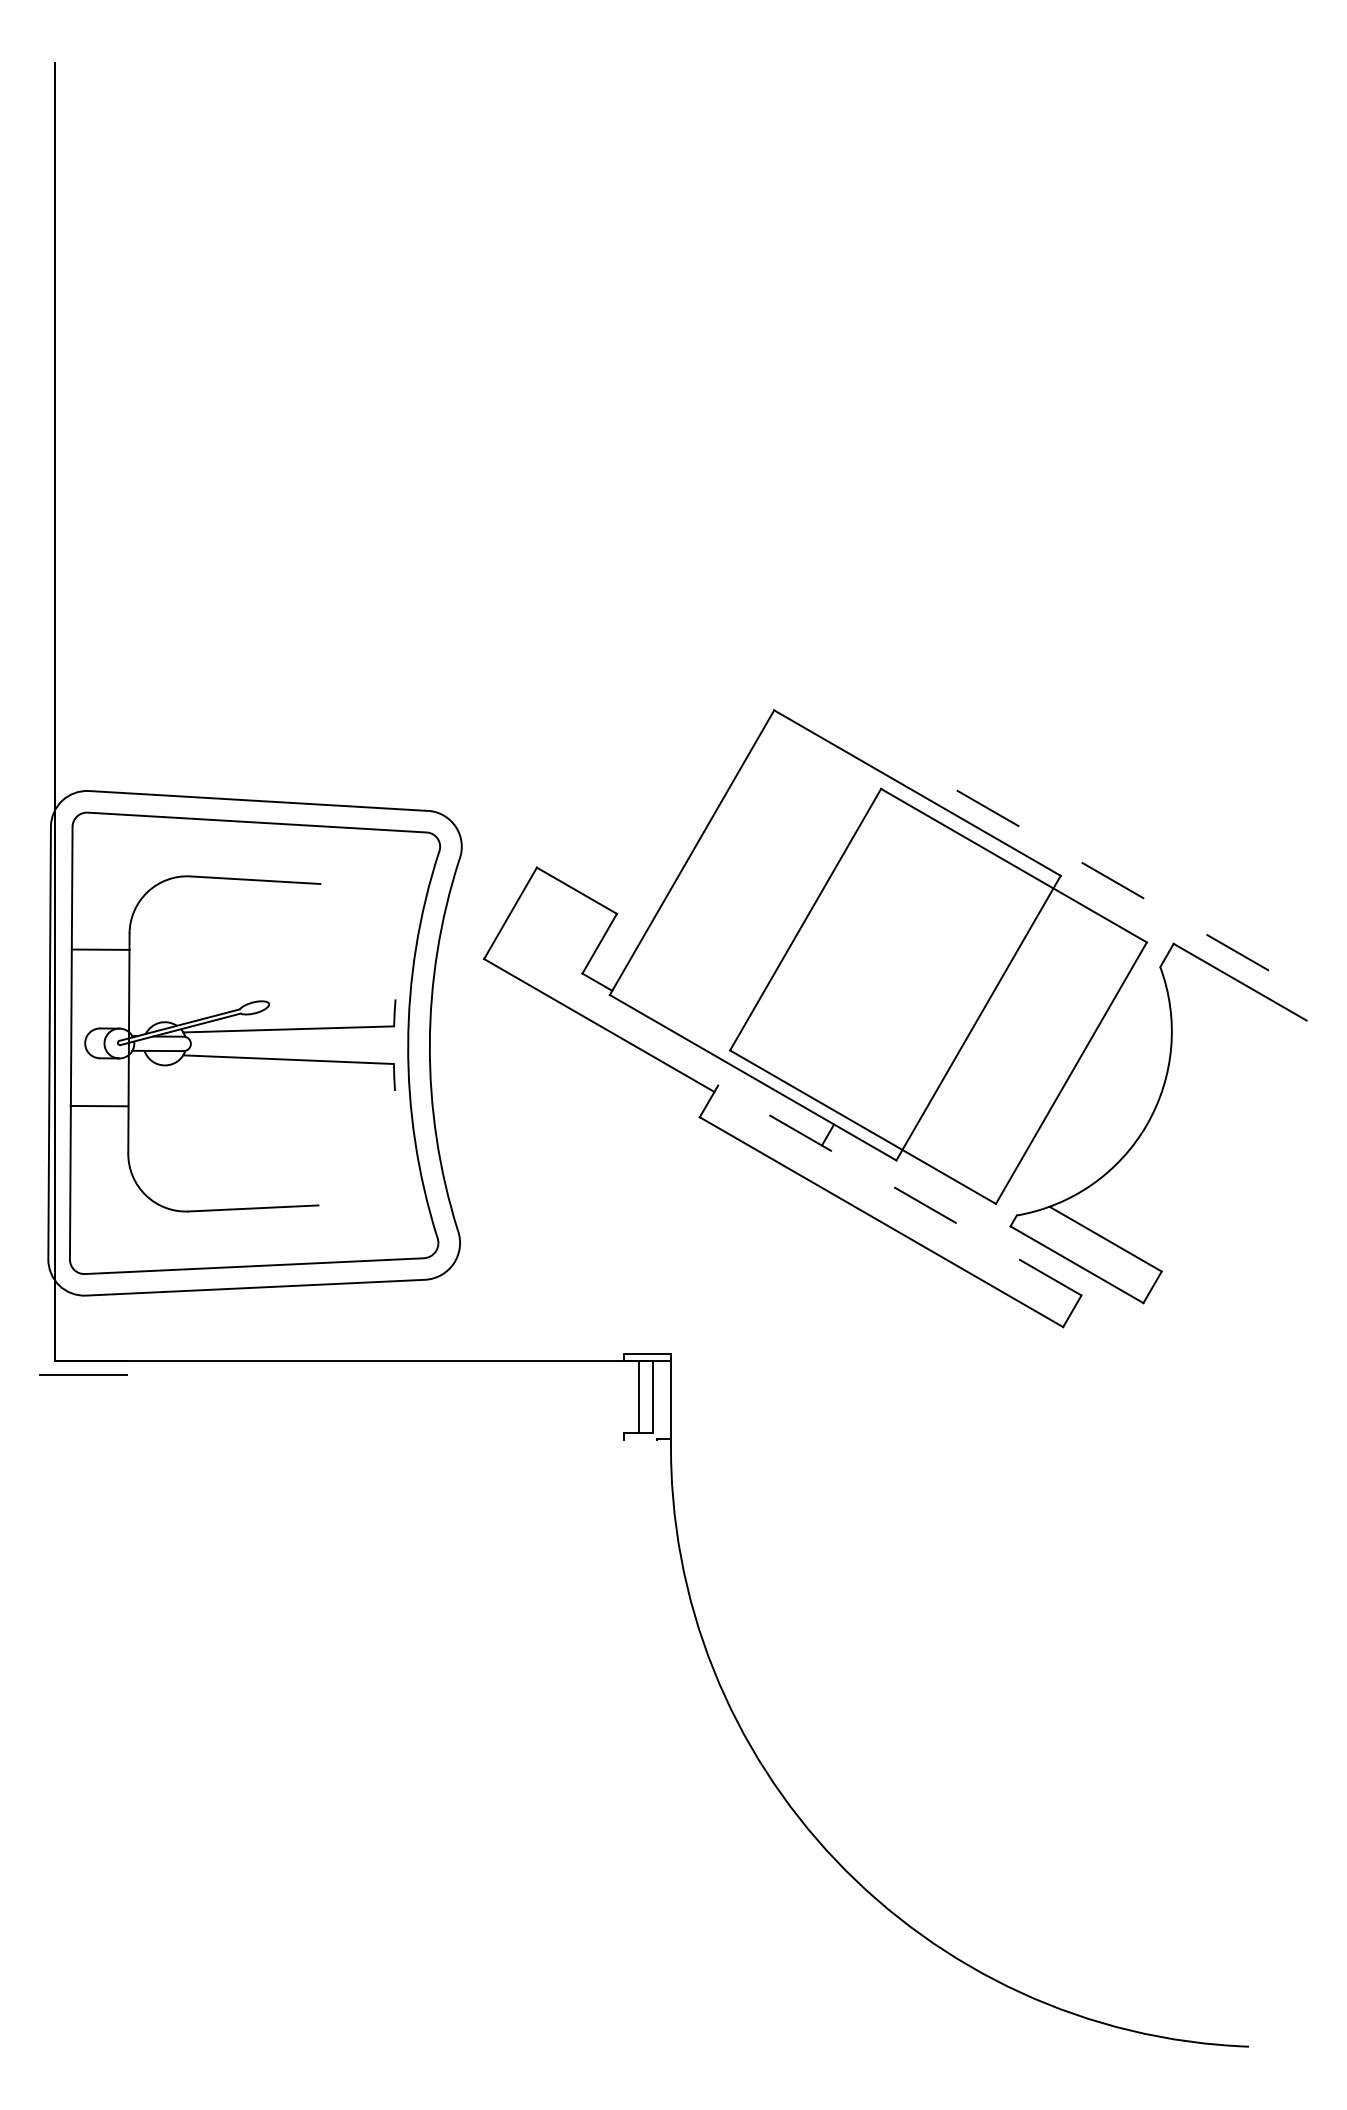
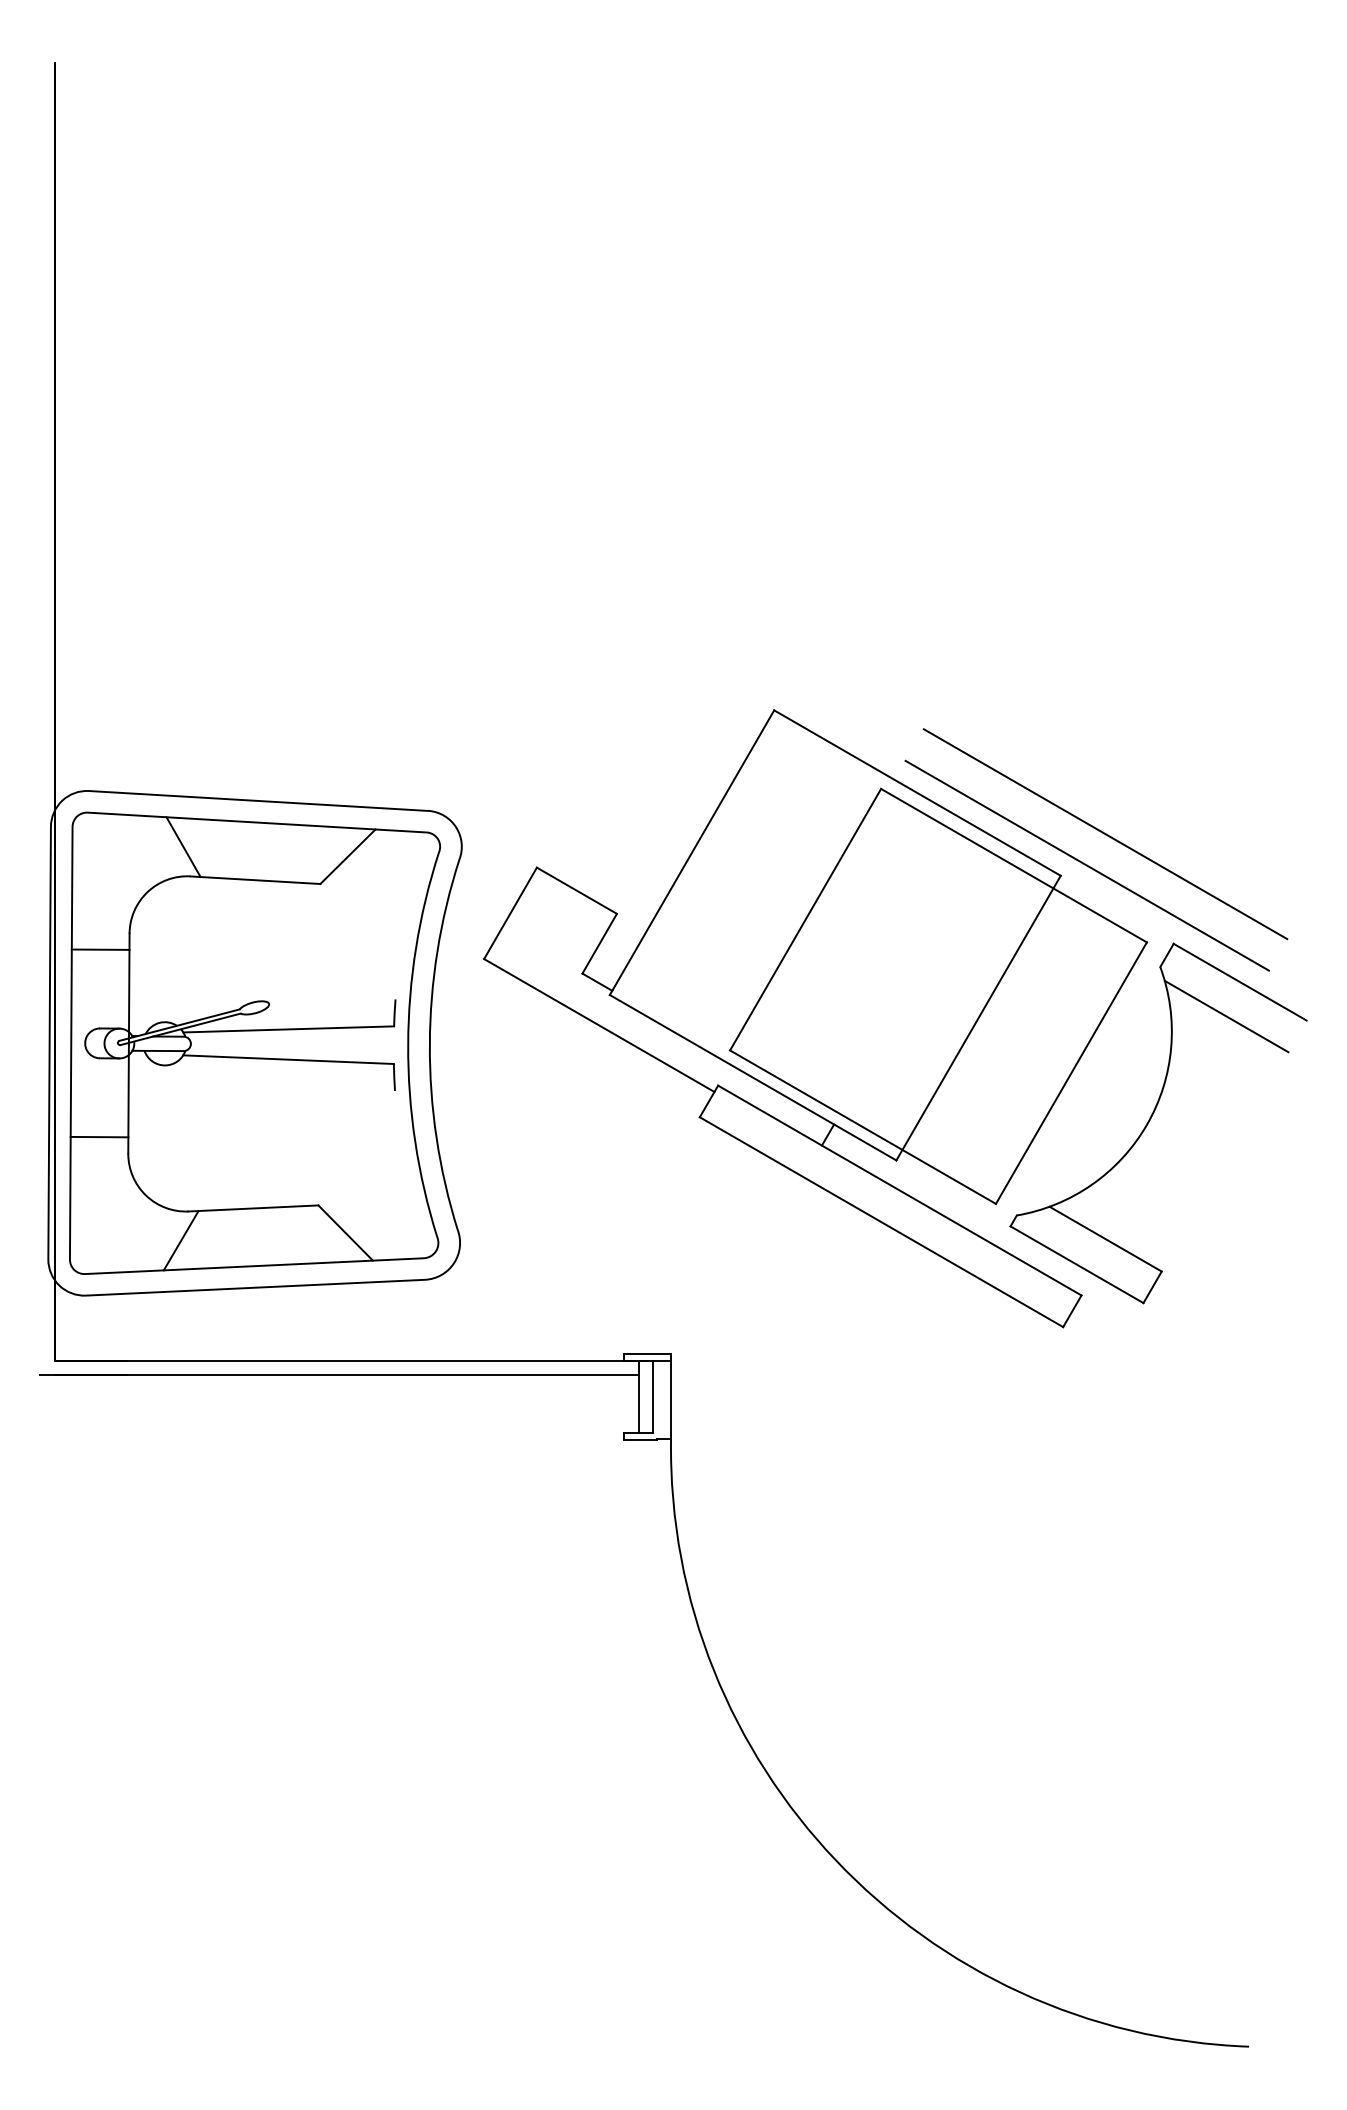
line at (1105, 834): none -> present
line at (183, 847): none -> present
line at (347, 856): none -> present
line at (1087, 865): dashed -> solid
line at (1226, 1016): none -> present
line at (99, 1105) position: (99, 1105) -> (99, 1136)
line at (899, 1190): dashed -> solid
line at (345, 1232): none -> present
line at (180, 1240): none -> present
line at (346, 1375): none -> present
line at (640, 1440): none -> present
